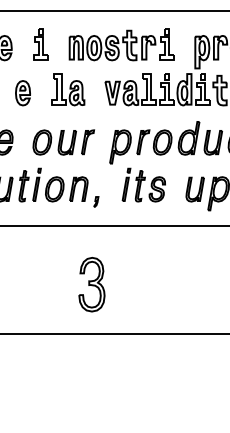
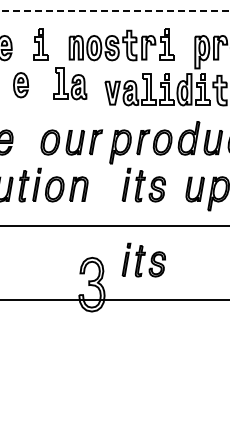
line at (114, 11): solid -> dashed
part at (68, 89) position: (68, 89) -> (70, 83)
part at (22, 93) position: (22, 93) -> (20, 85)
part at (63, 142) position: (63, 142) -> (71, 142)
part at (96, 201): present -> none
part at (143, 259): none -> present
line at (114, 333) position: (114, 333) -> (114, 299)
